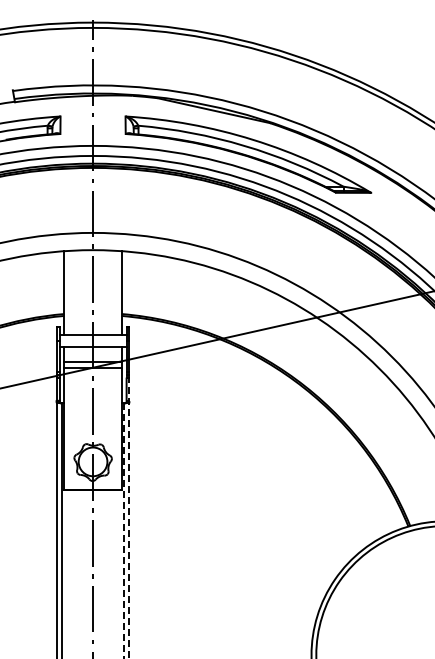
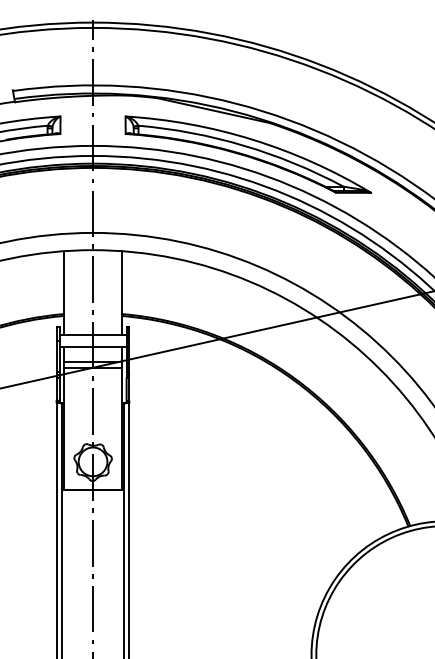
line at (129, 517): dashed -> solid
line at (123, 531): dashed -> solid
